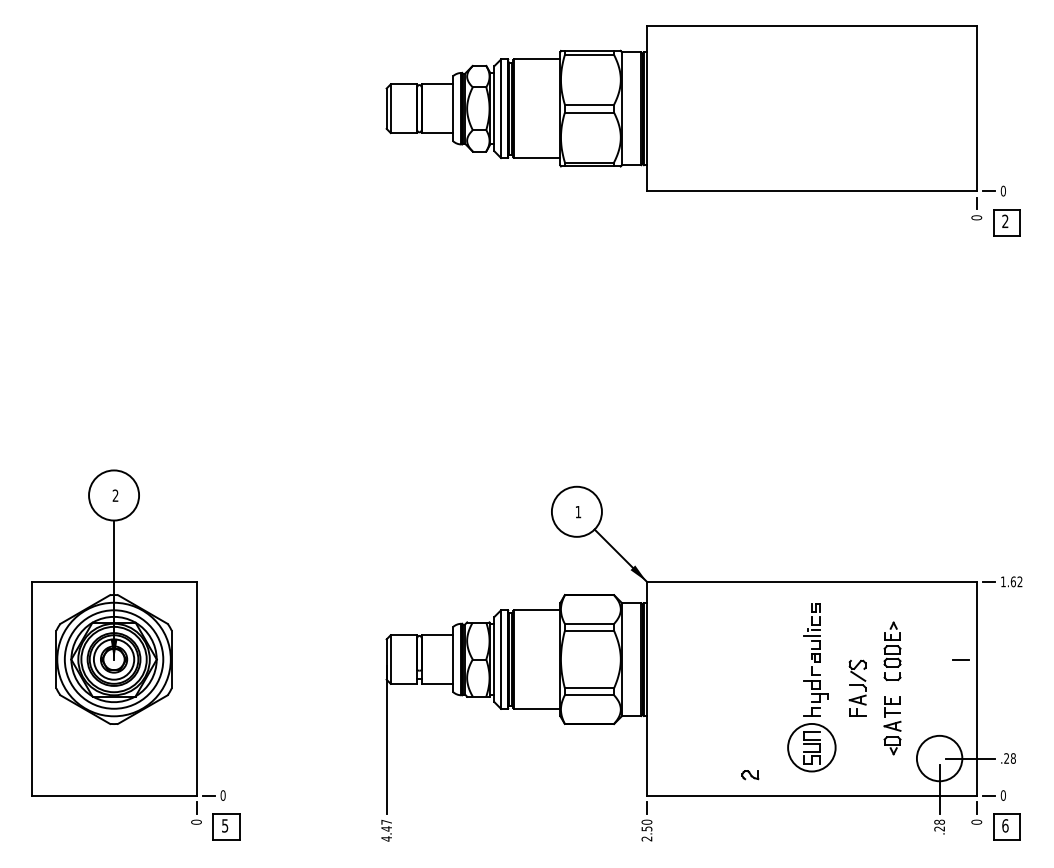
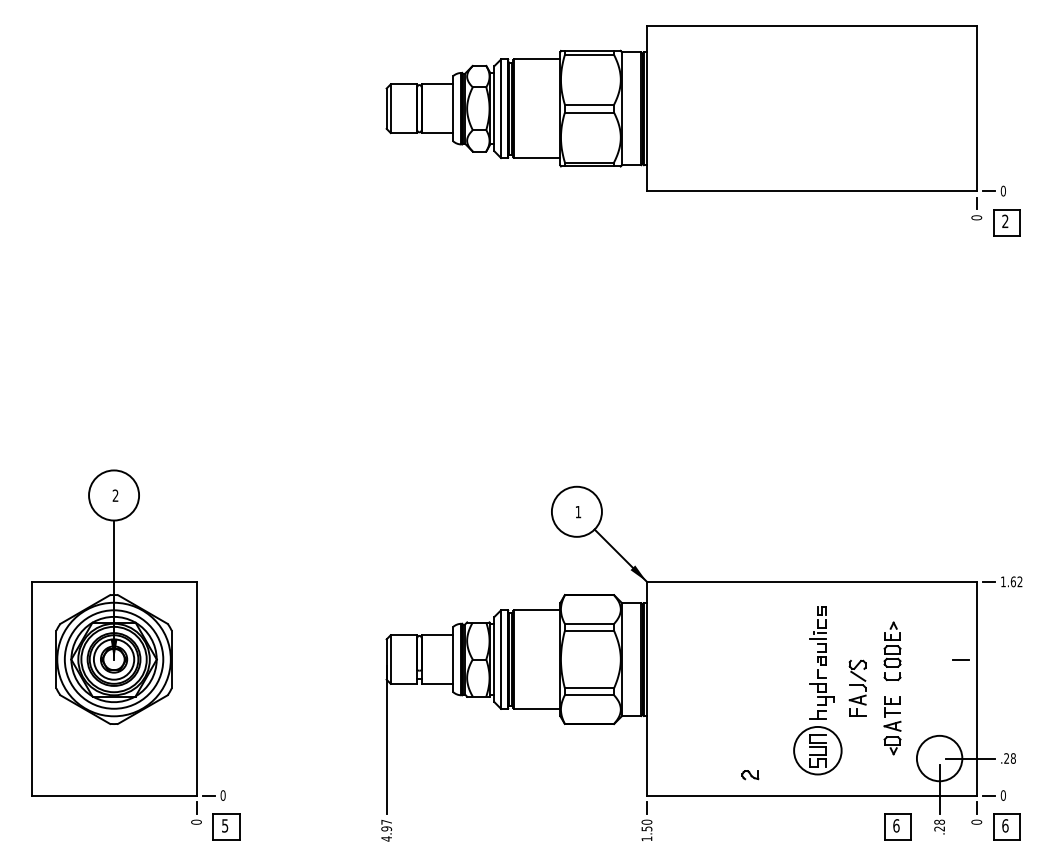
part at (811, 687) position: (811, 687) -> (817, 690)
part at (897, 826): none -> present
text at (386, 828): 4.47 -> 4.97
text at (646, 838): 2.50 -> 1.50
